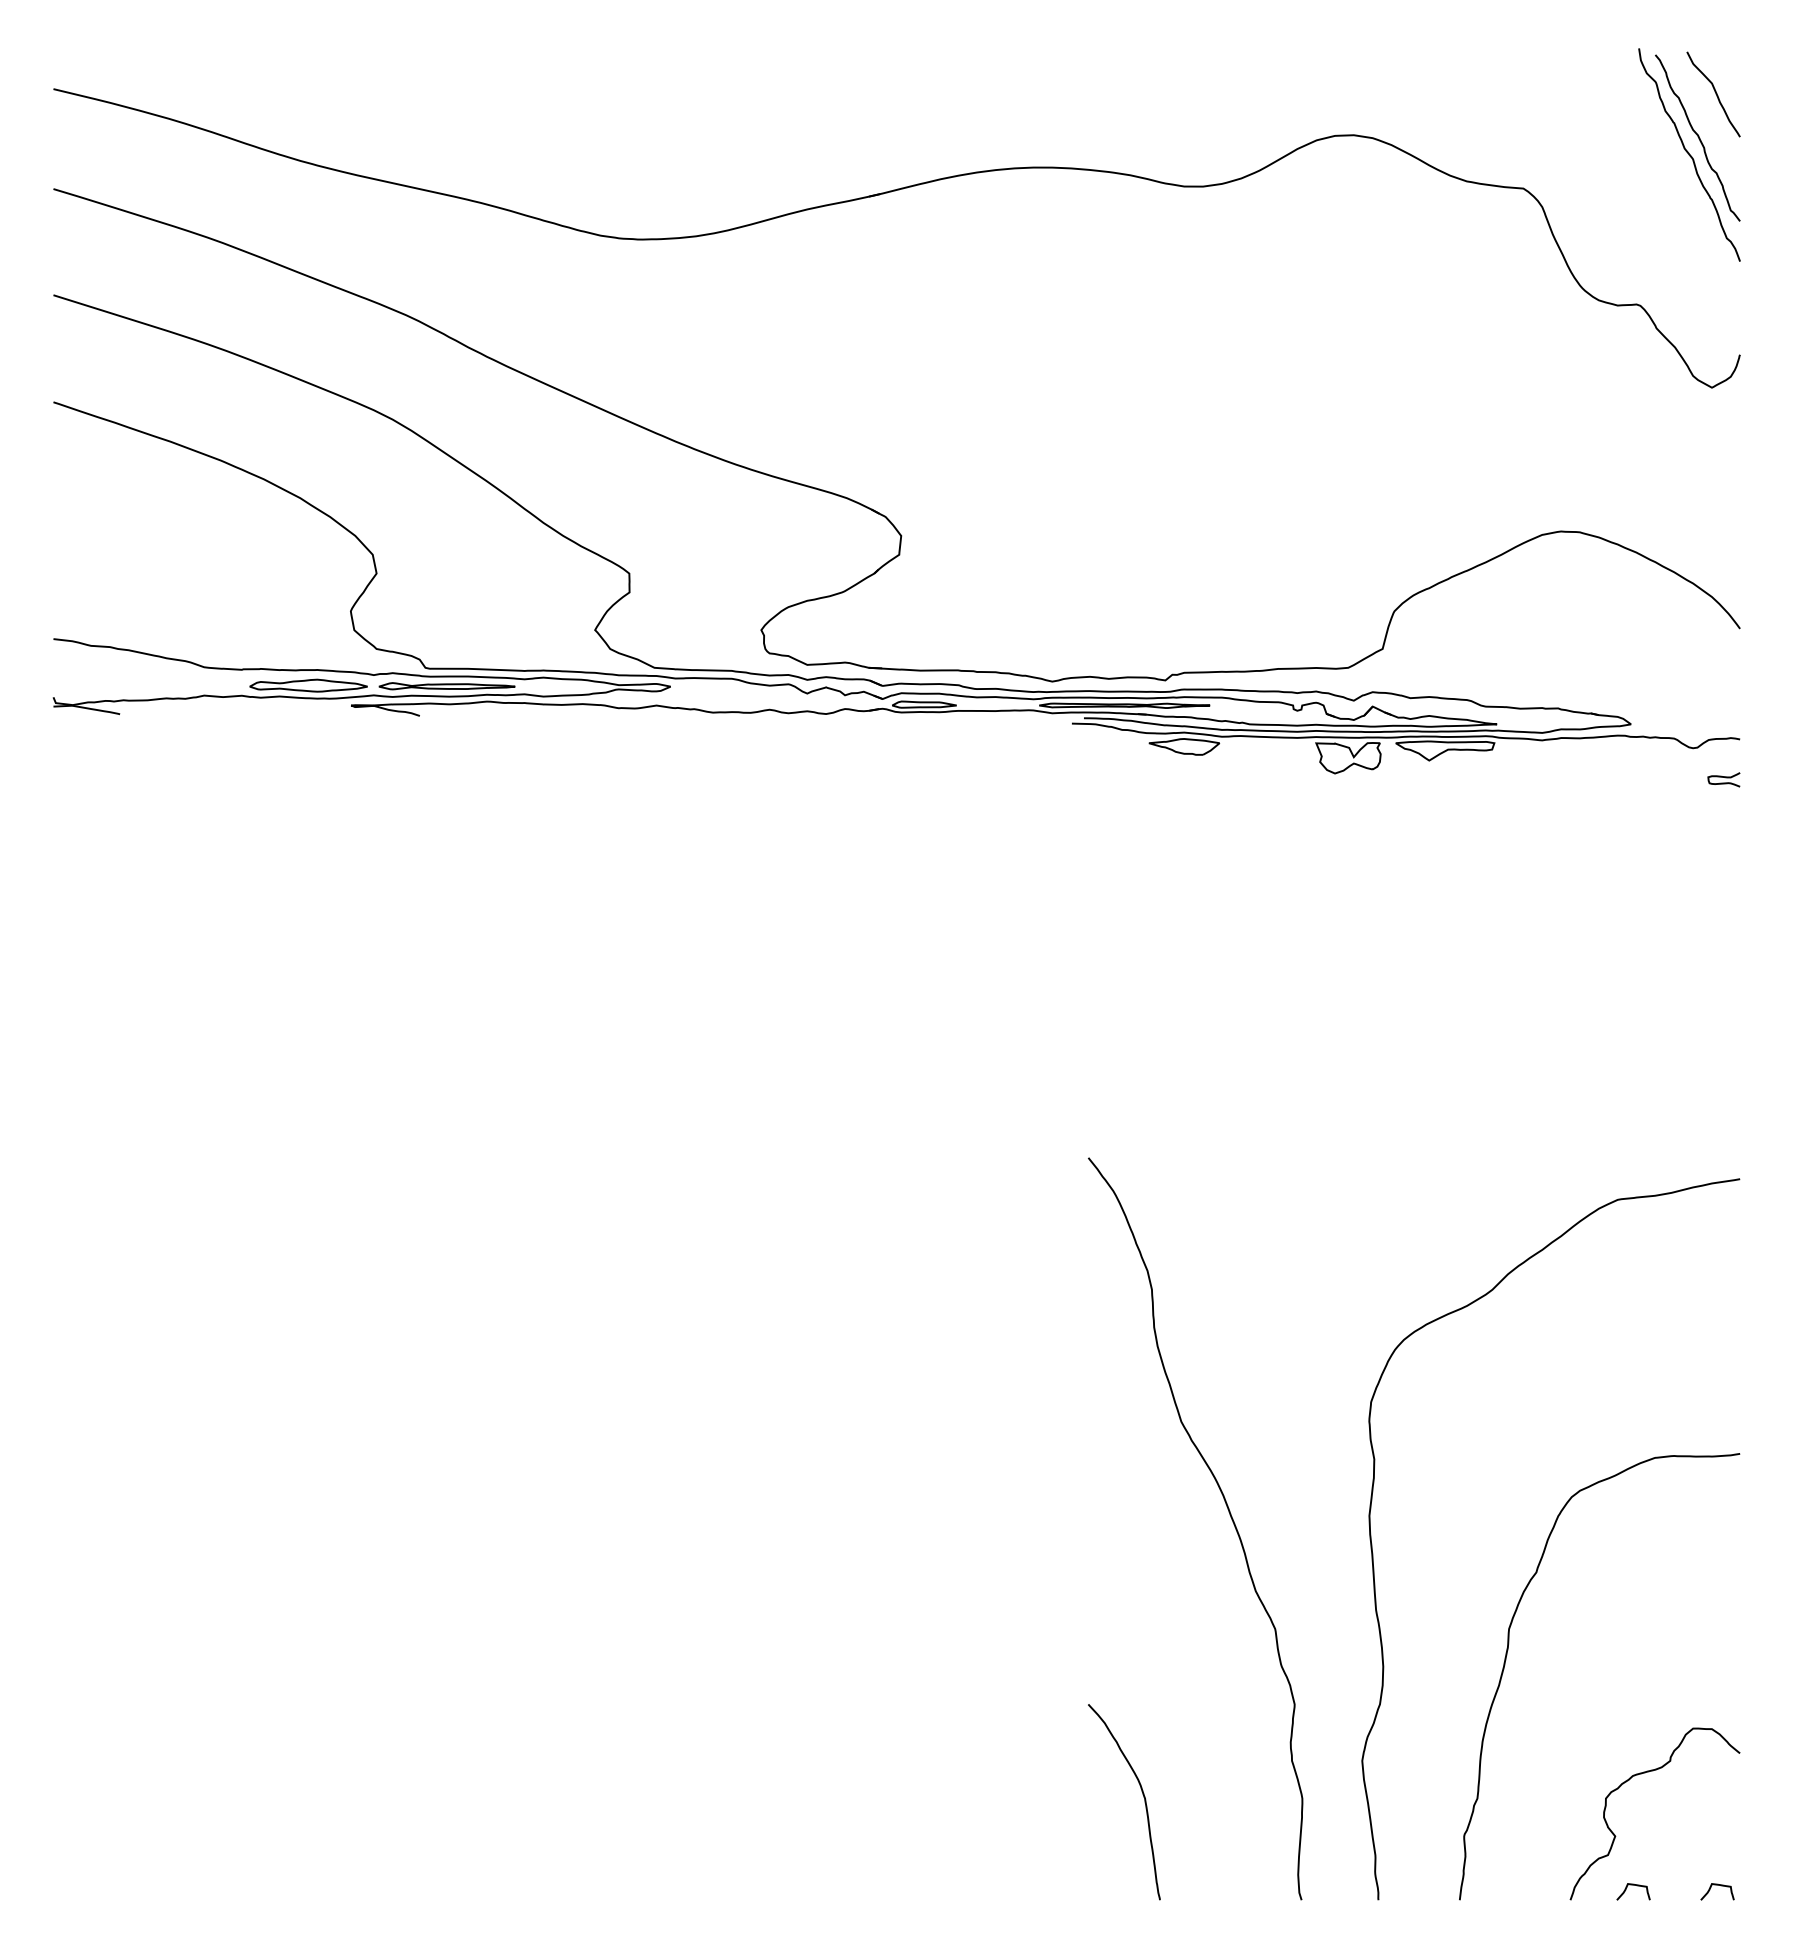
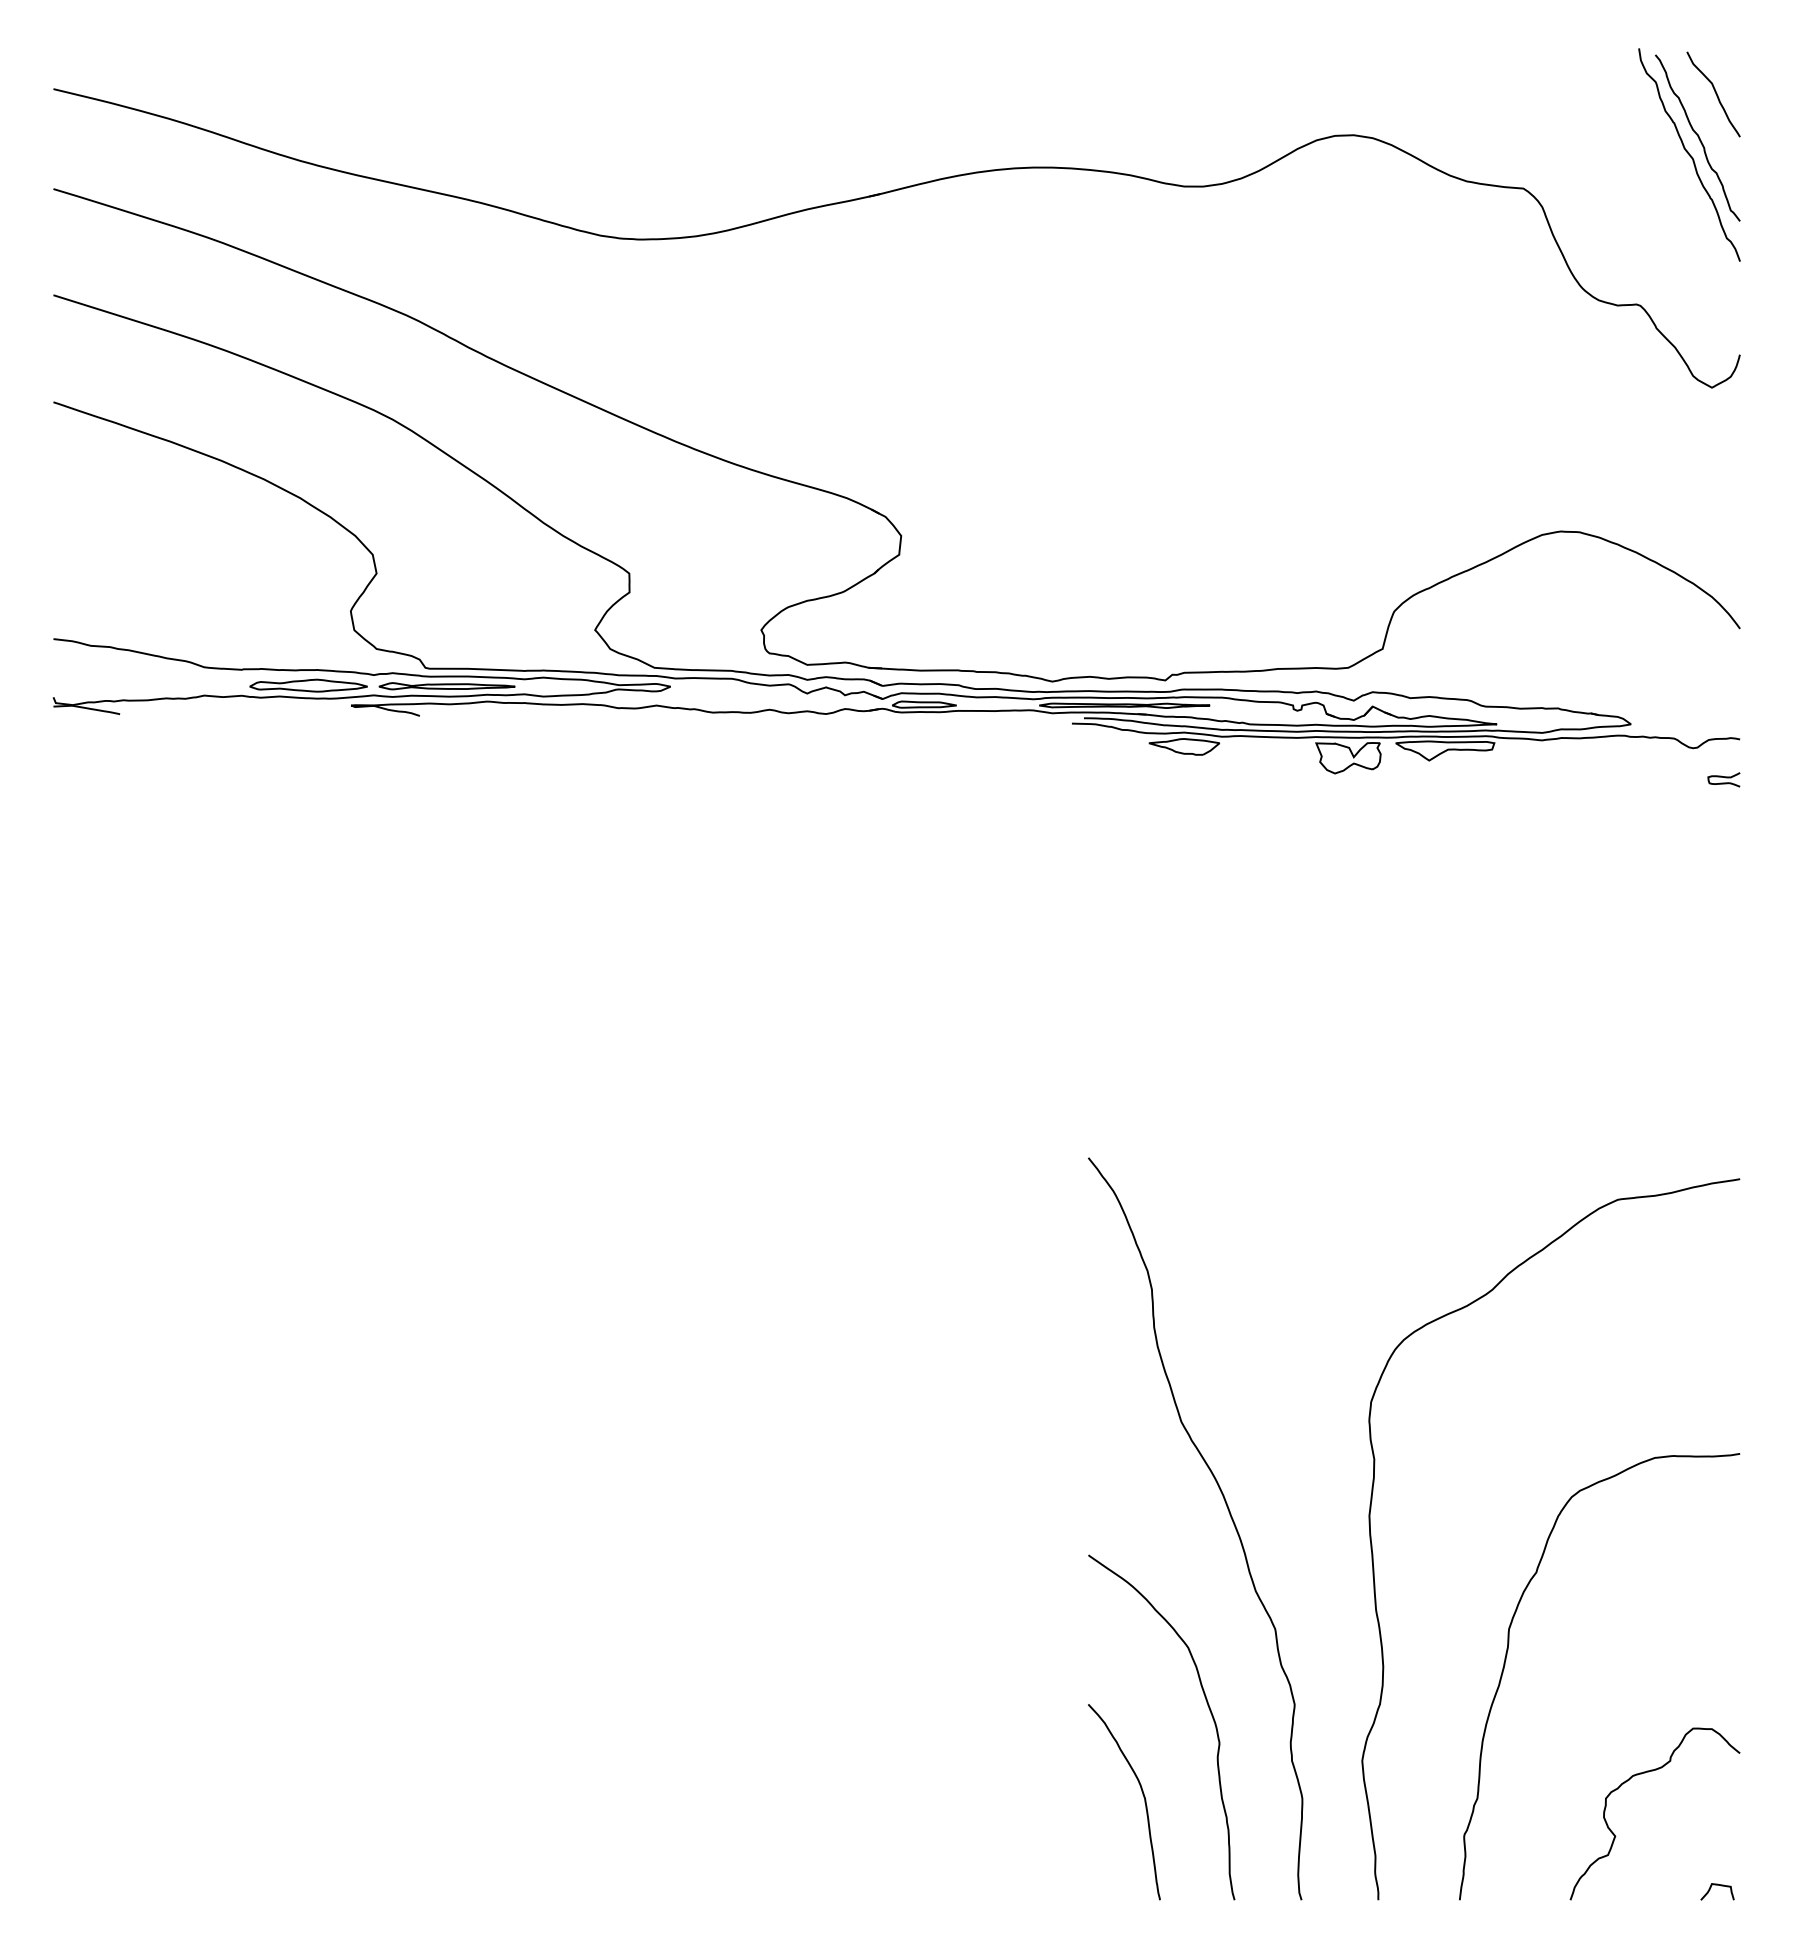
curve at (1209, 1711): none -> present
curve at (1633, 1885): present -> none
